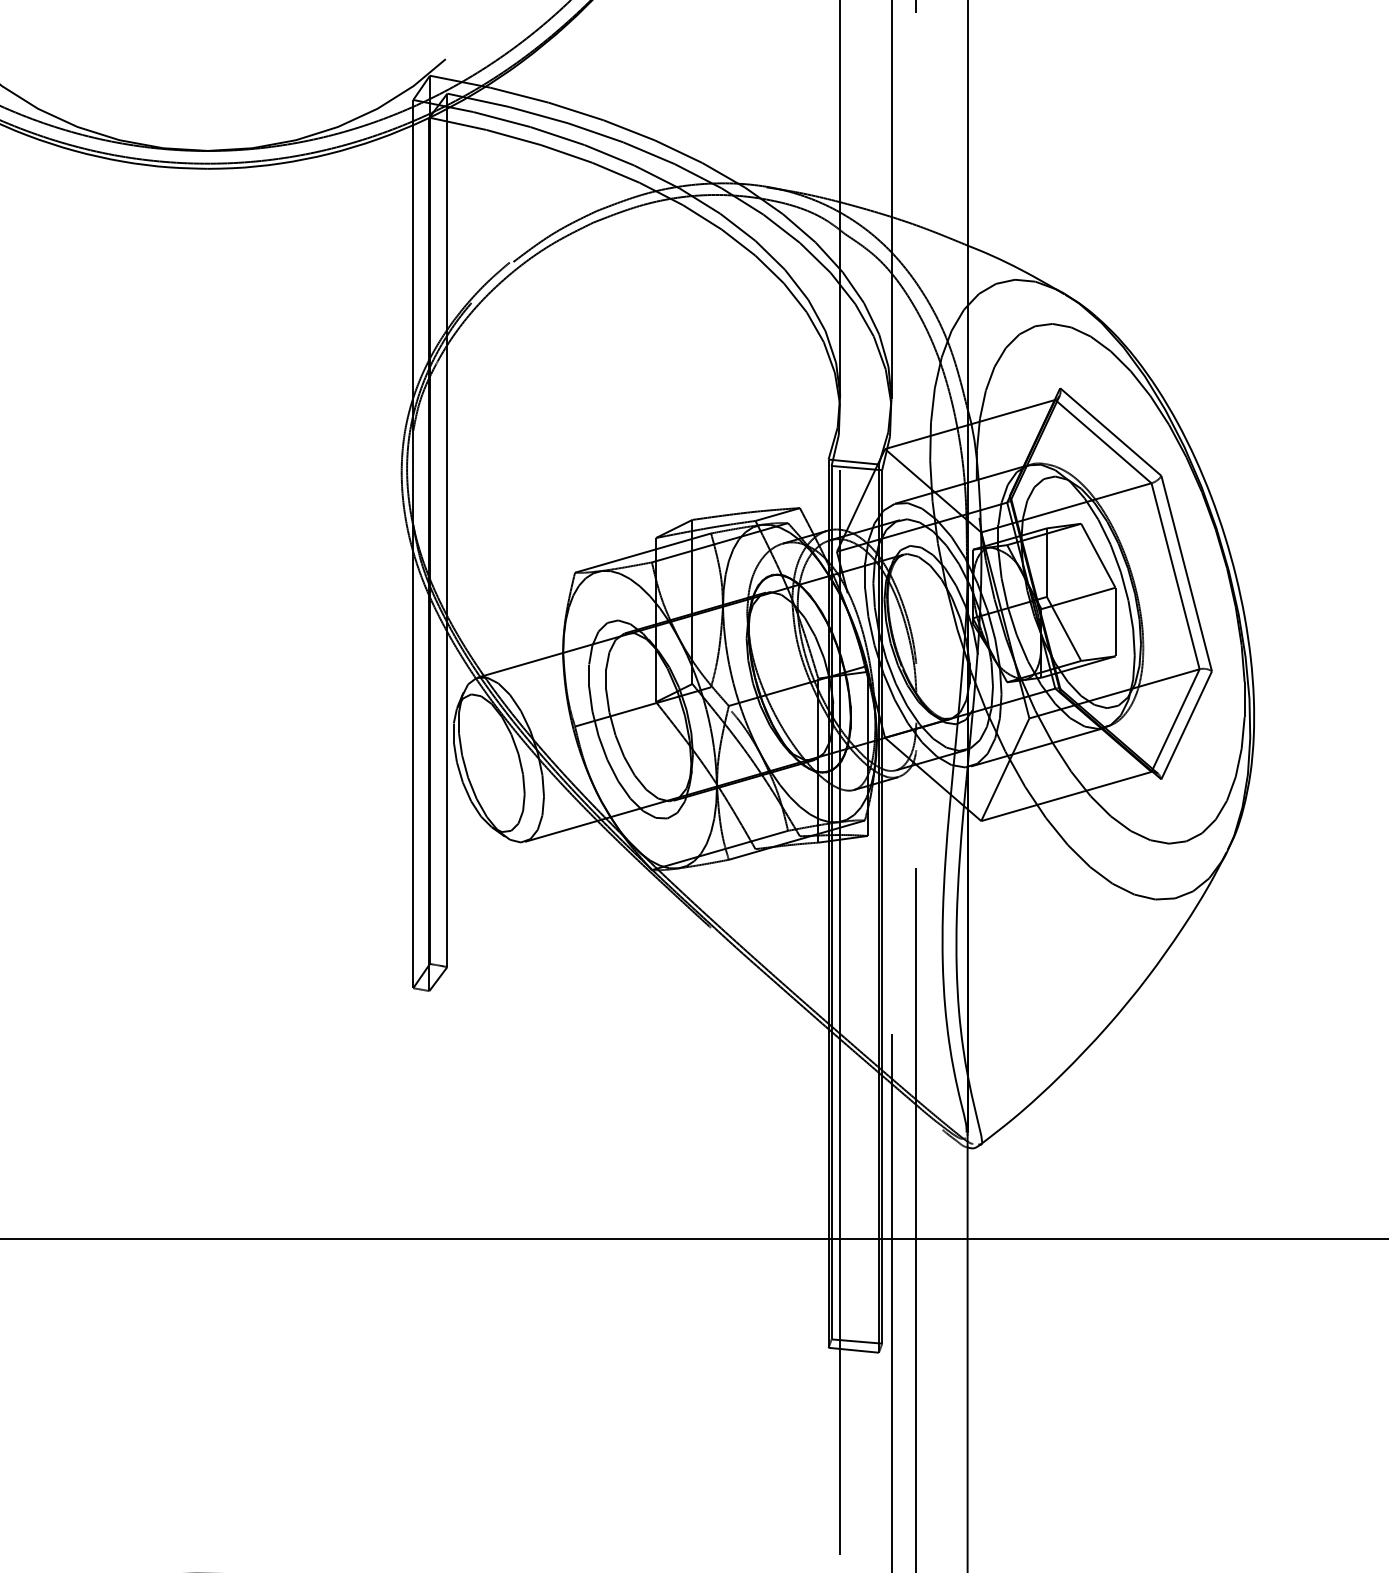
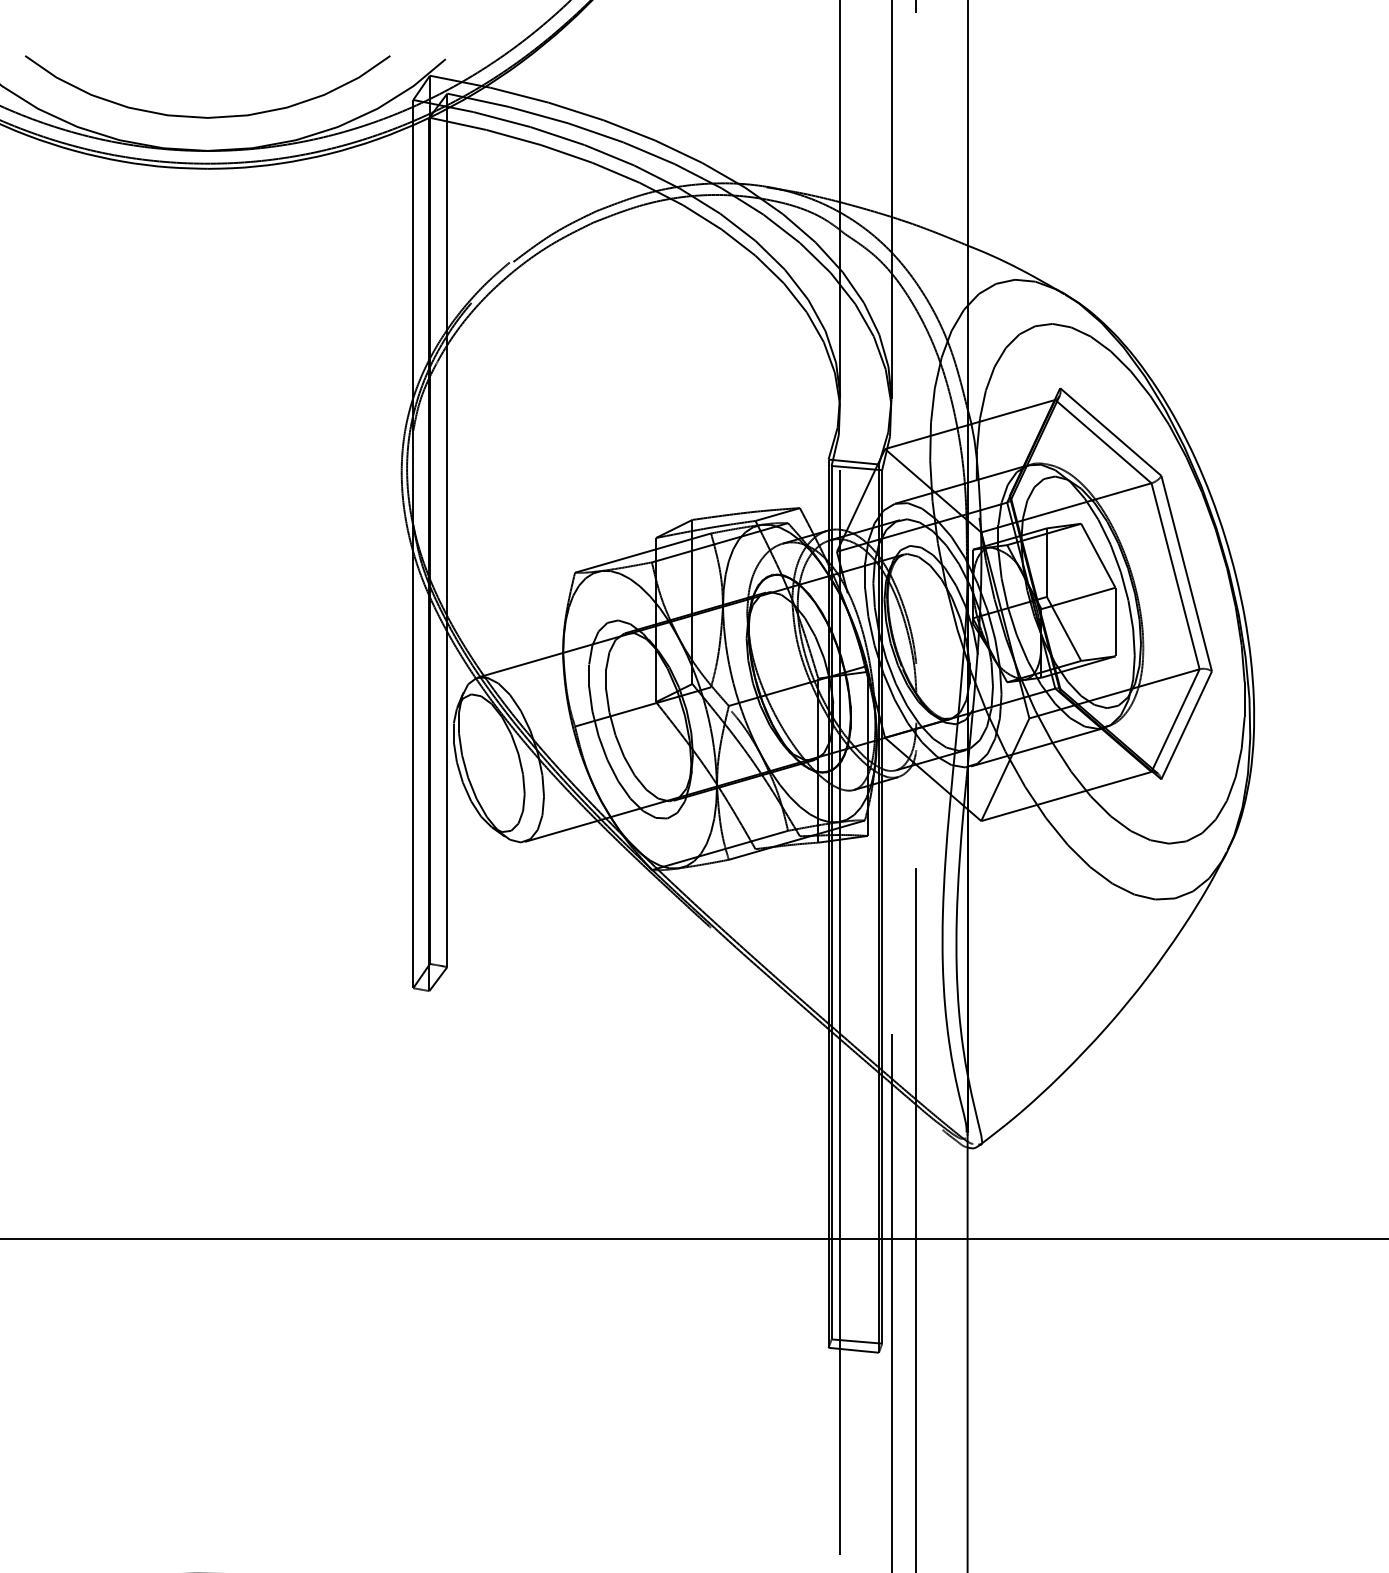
curve at (205, 116): none -> present
